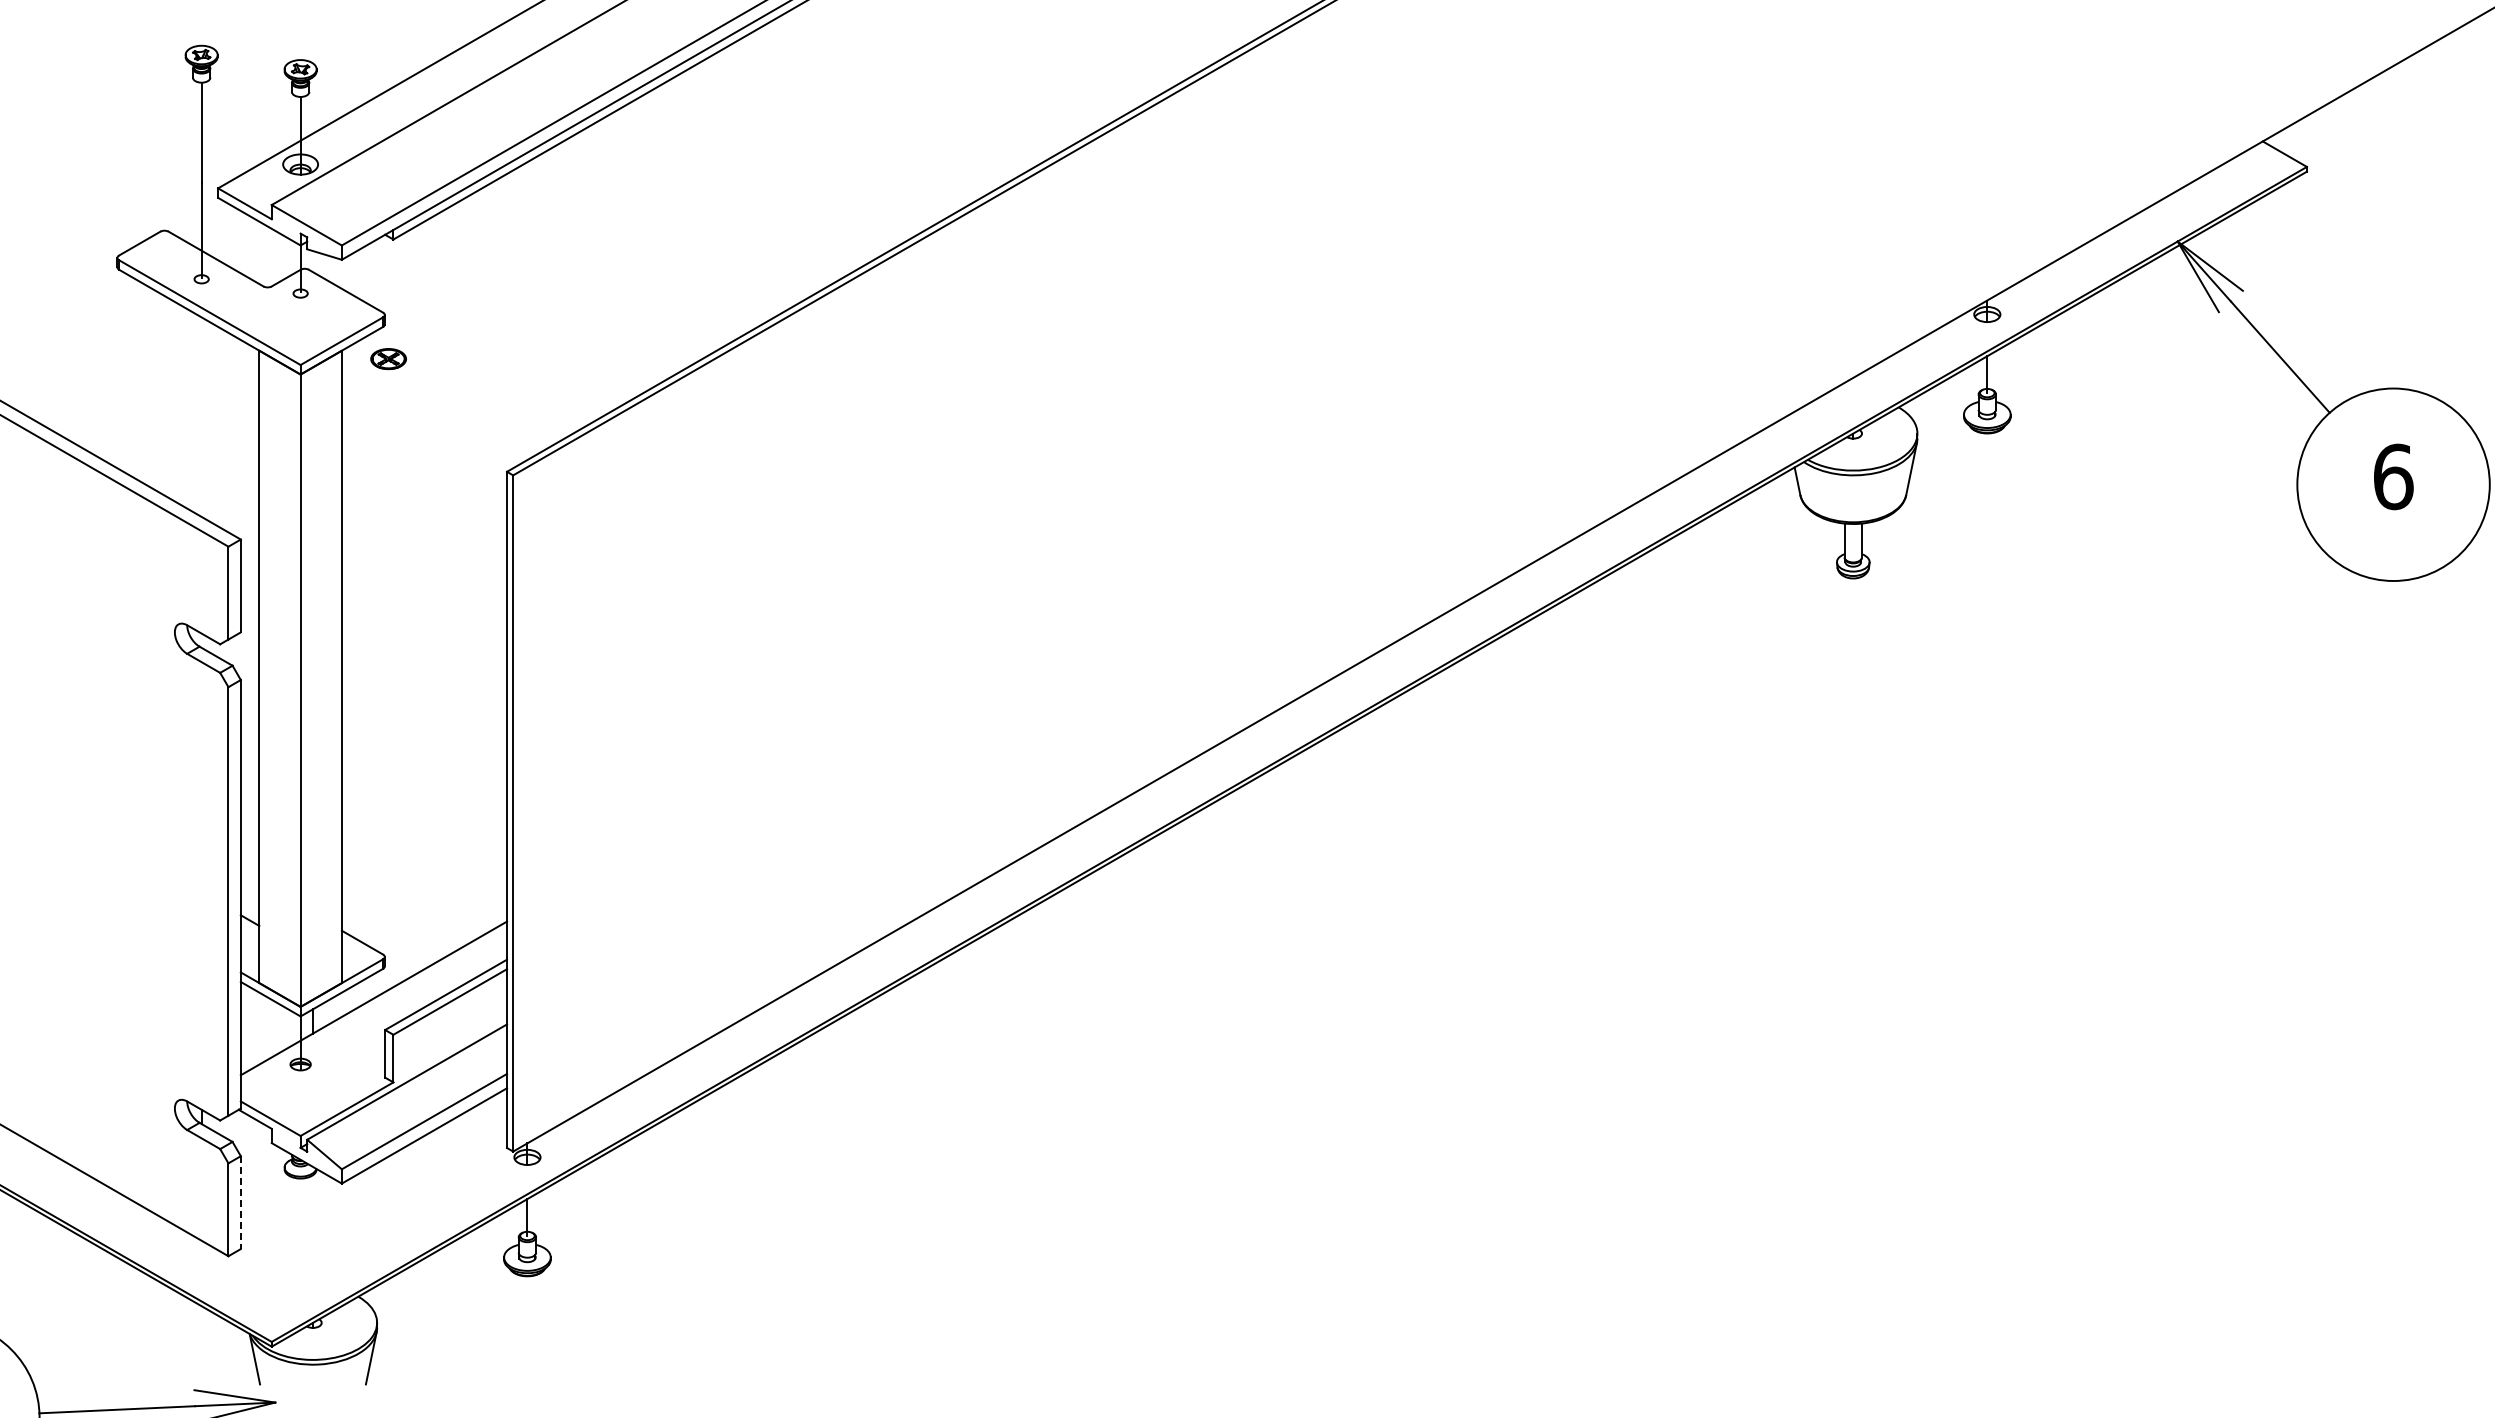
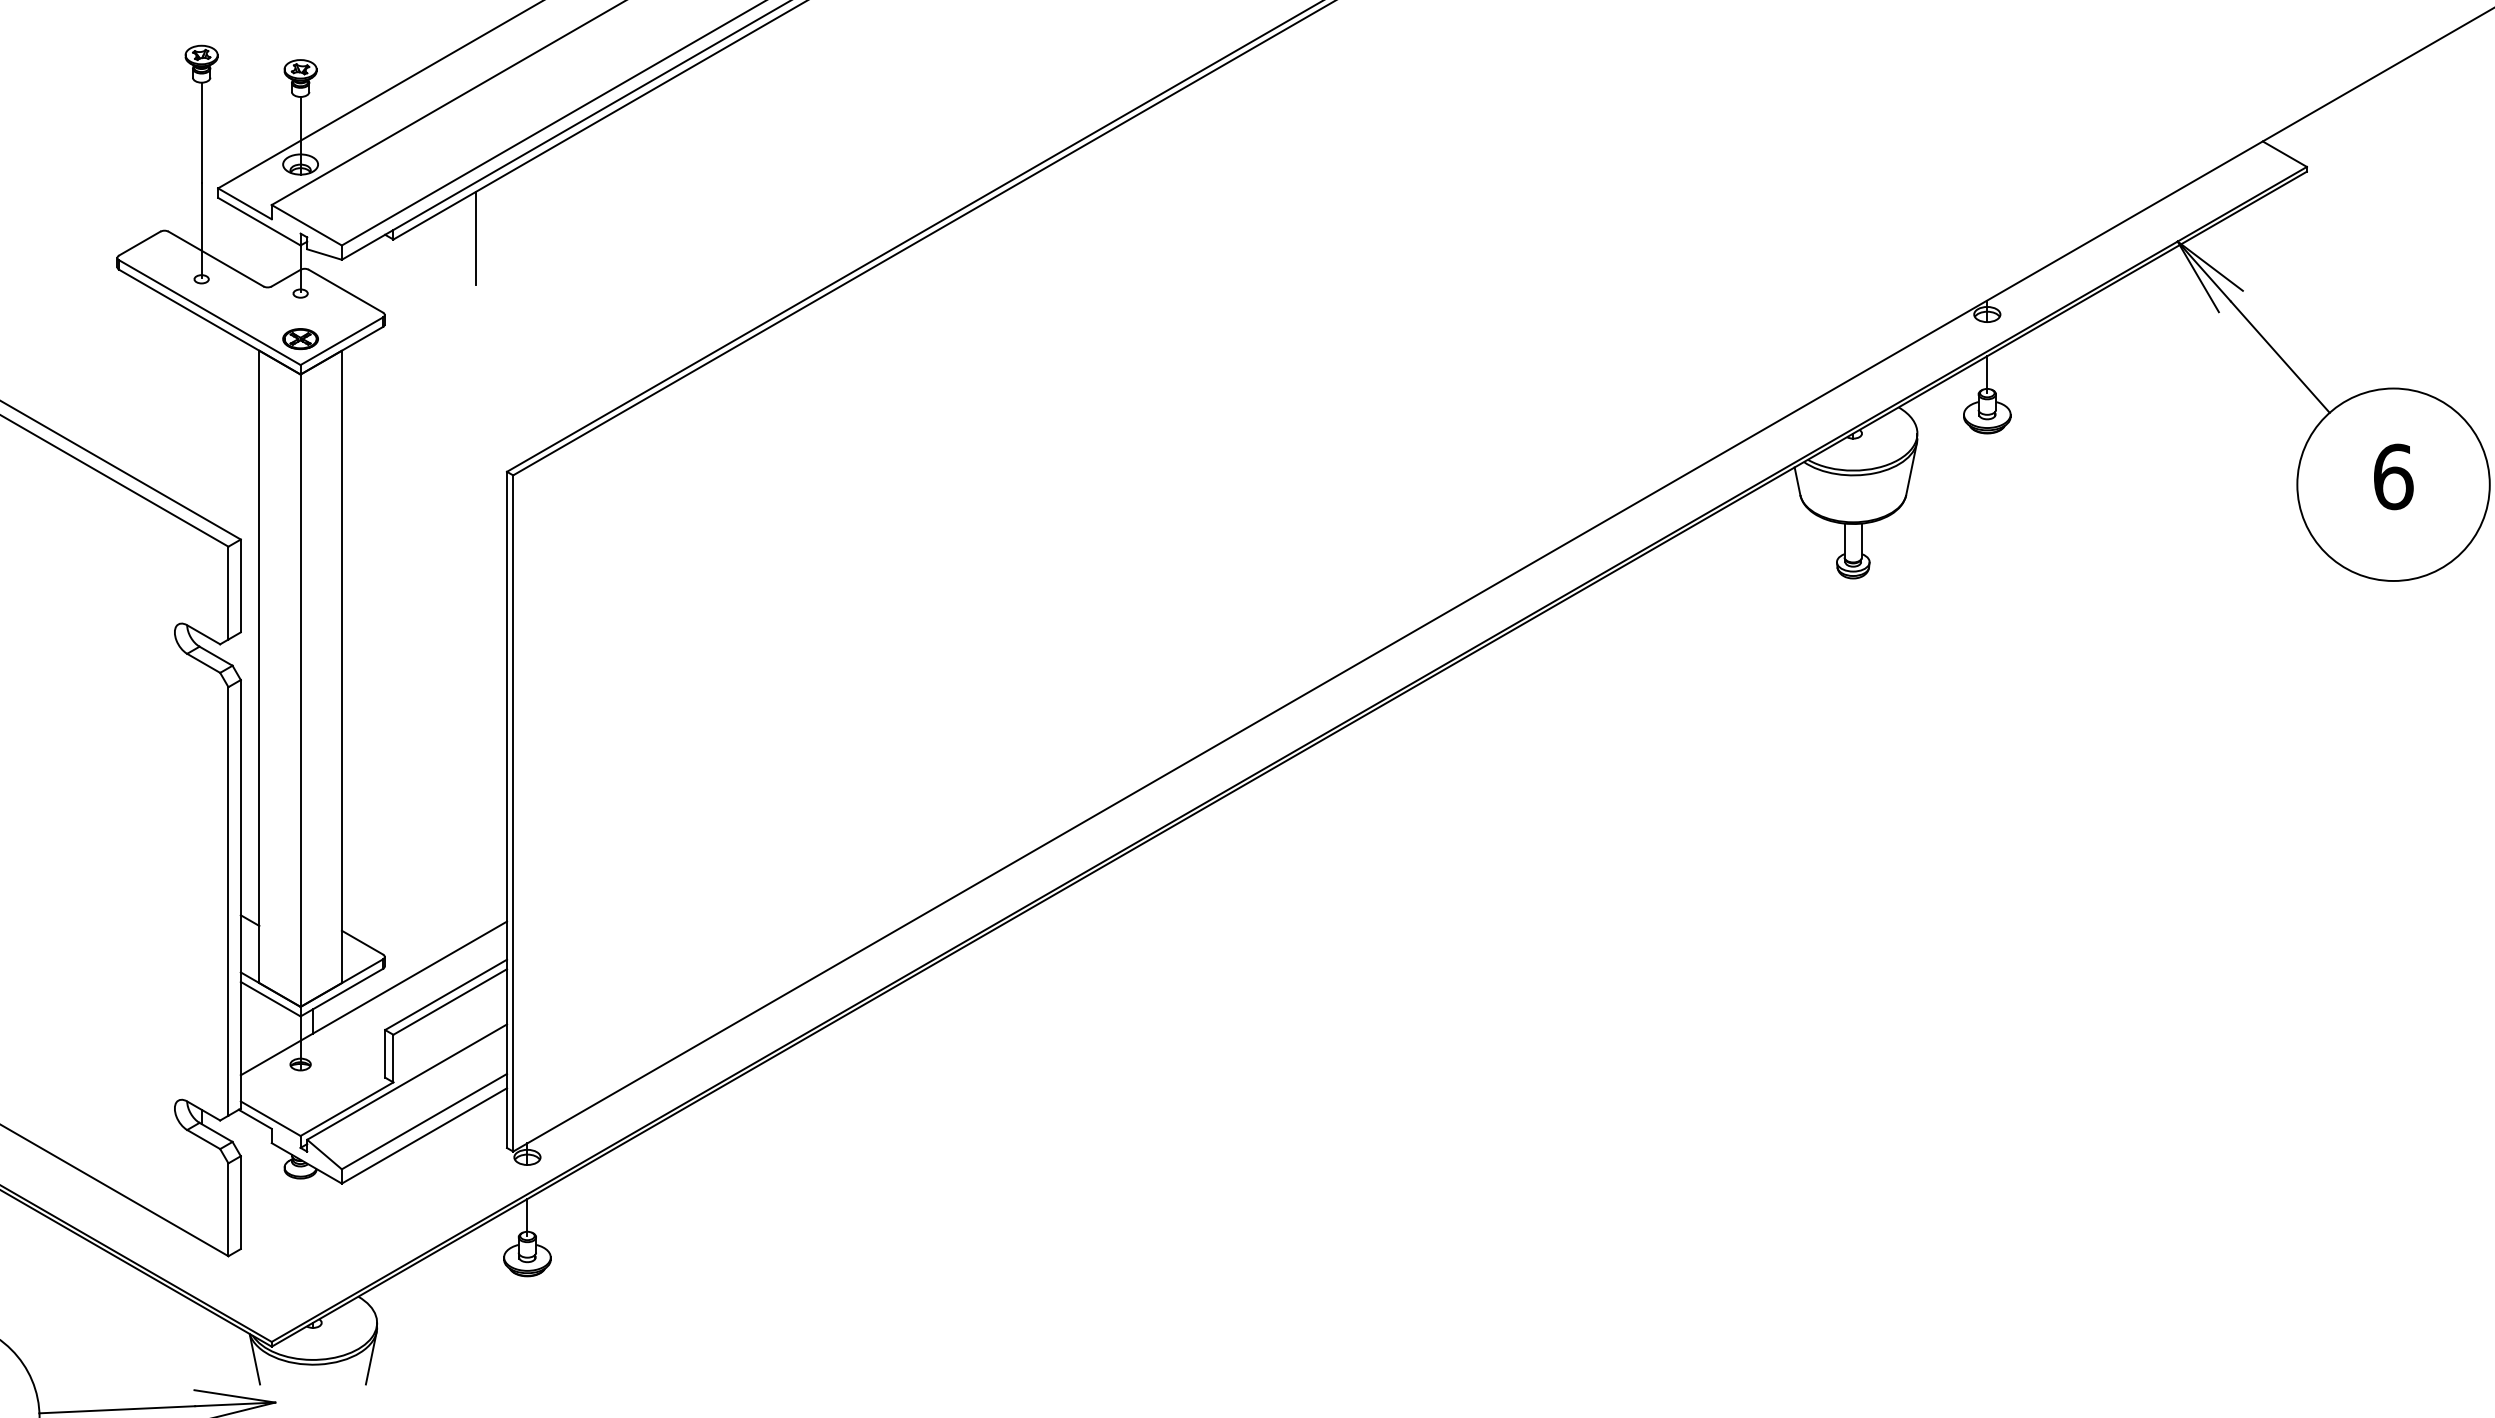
line at (475, 237): none -> present
part at (388, 359) position: (388, 359) -> (300, 339)
line at (240, 1203): dashed -> solid
